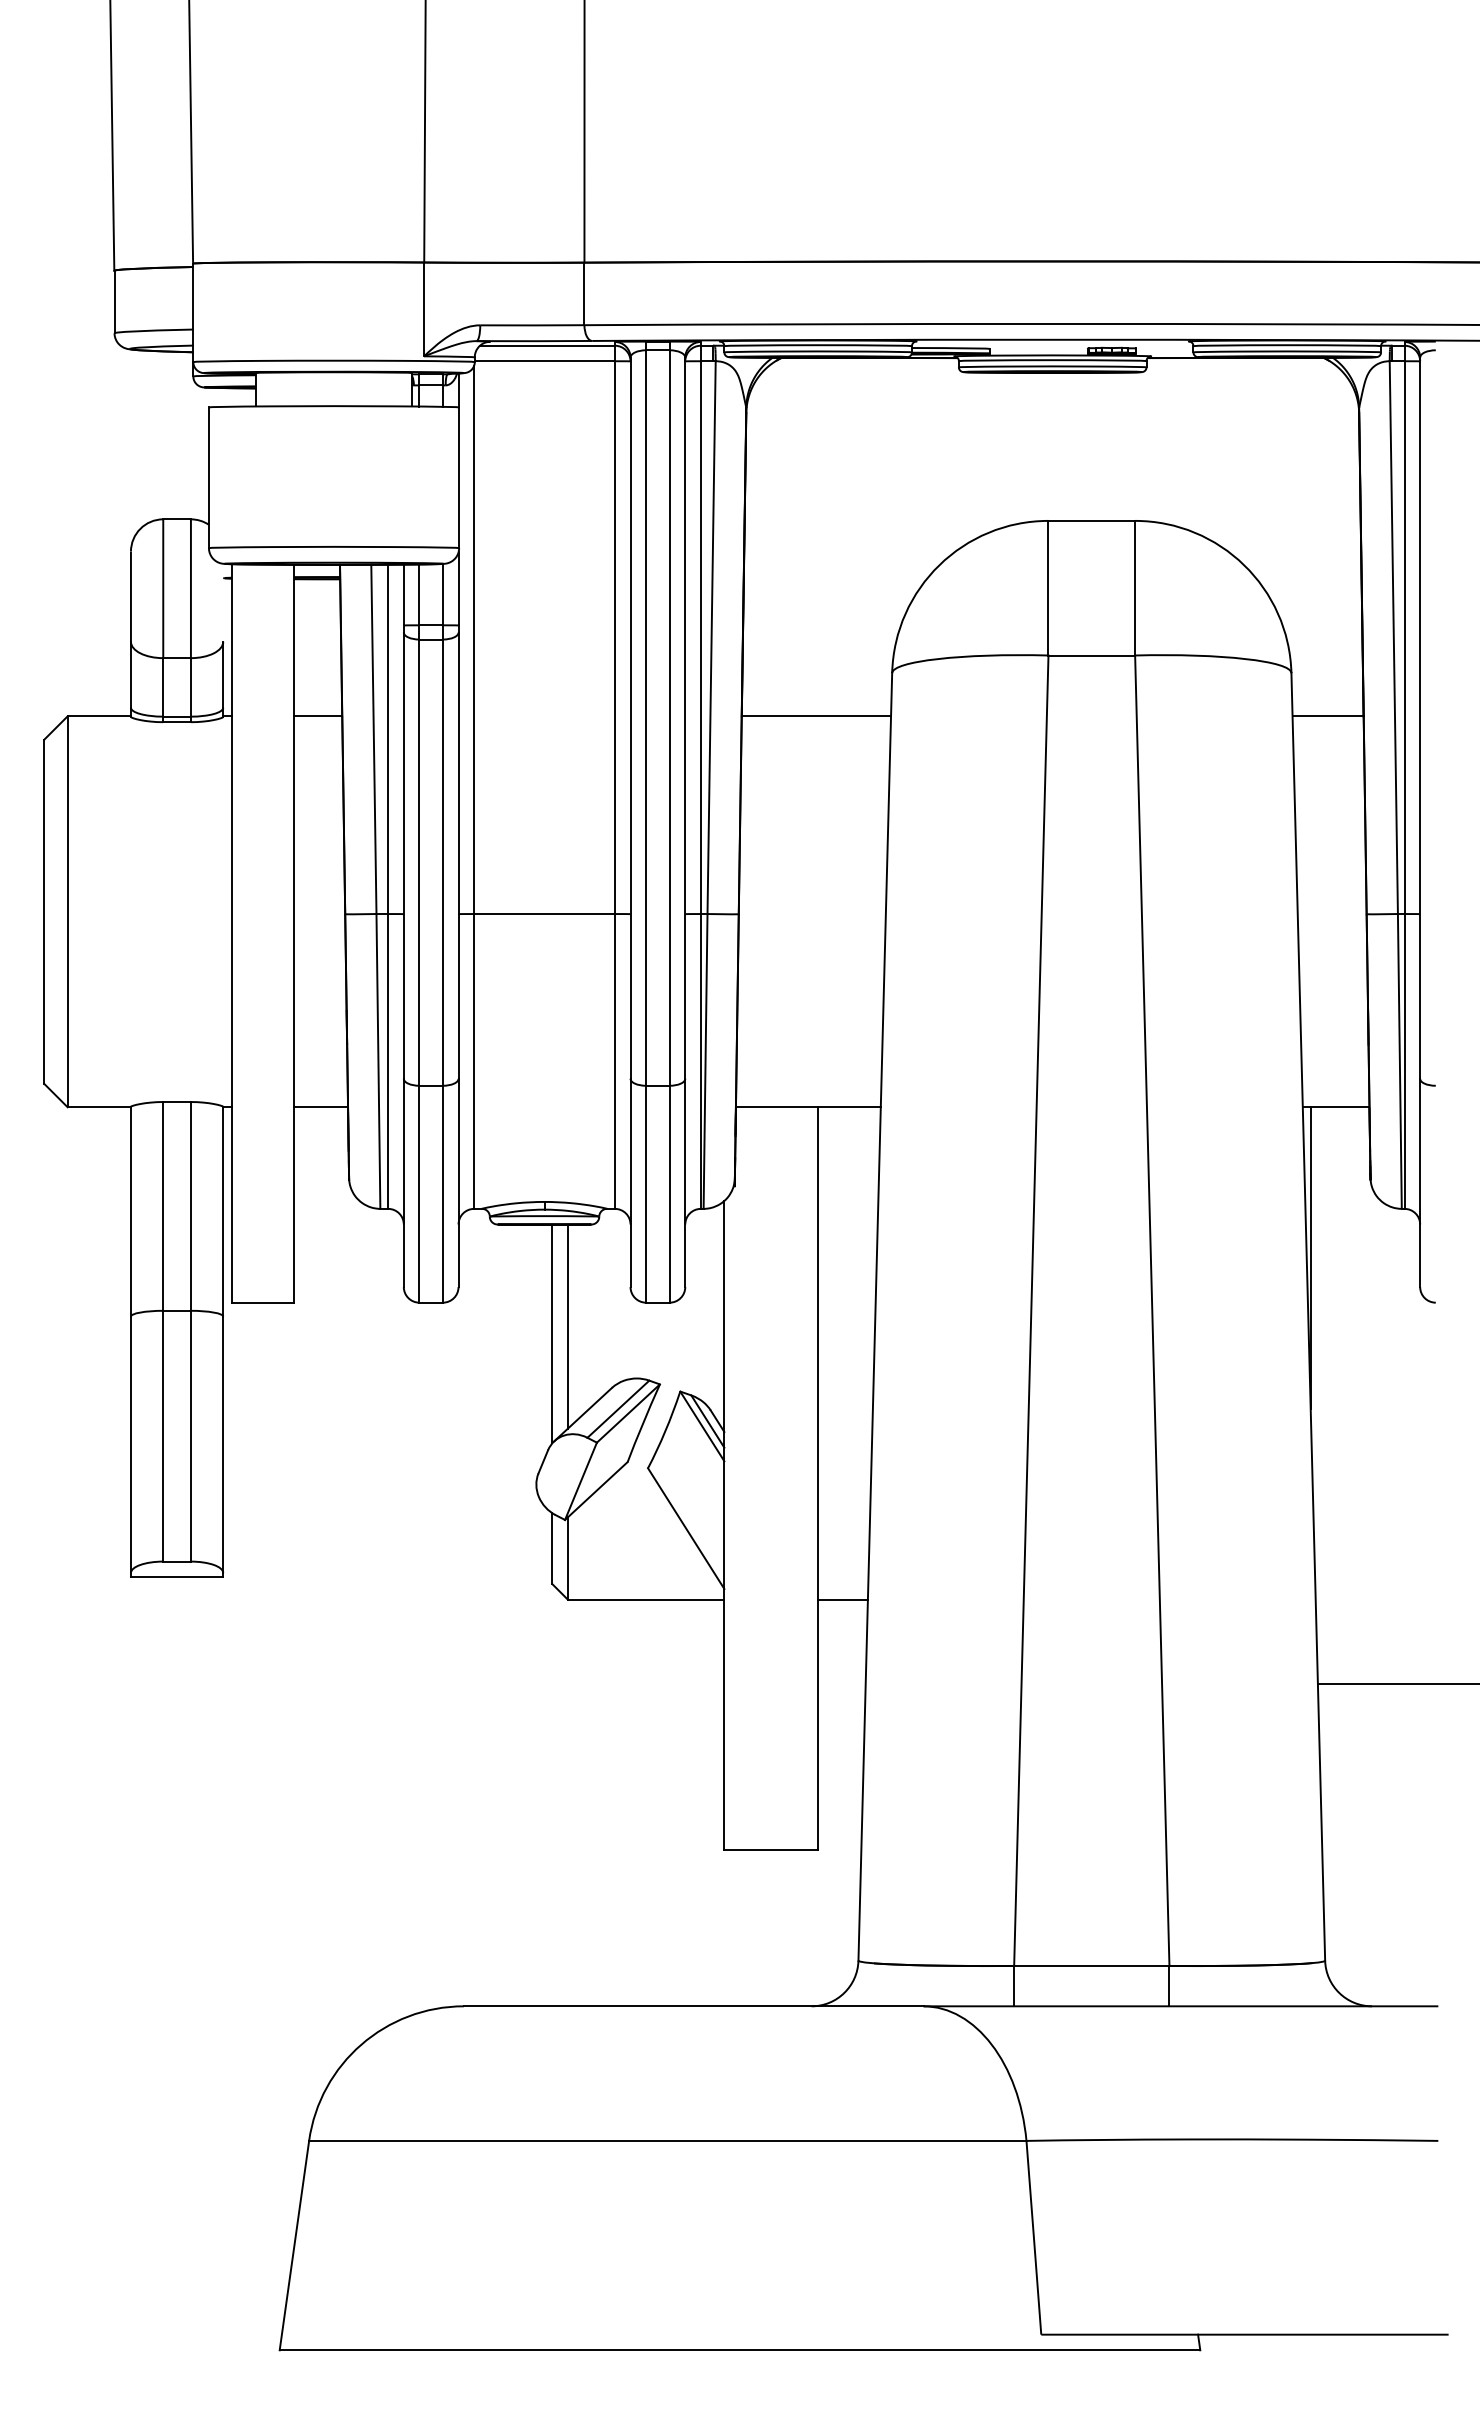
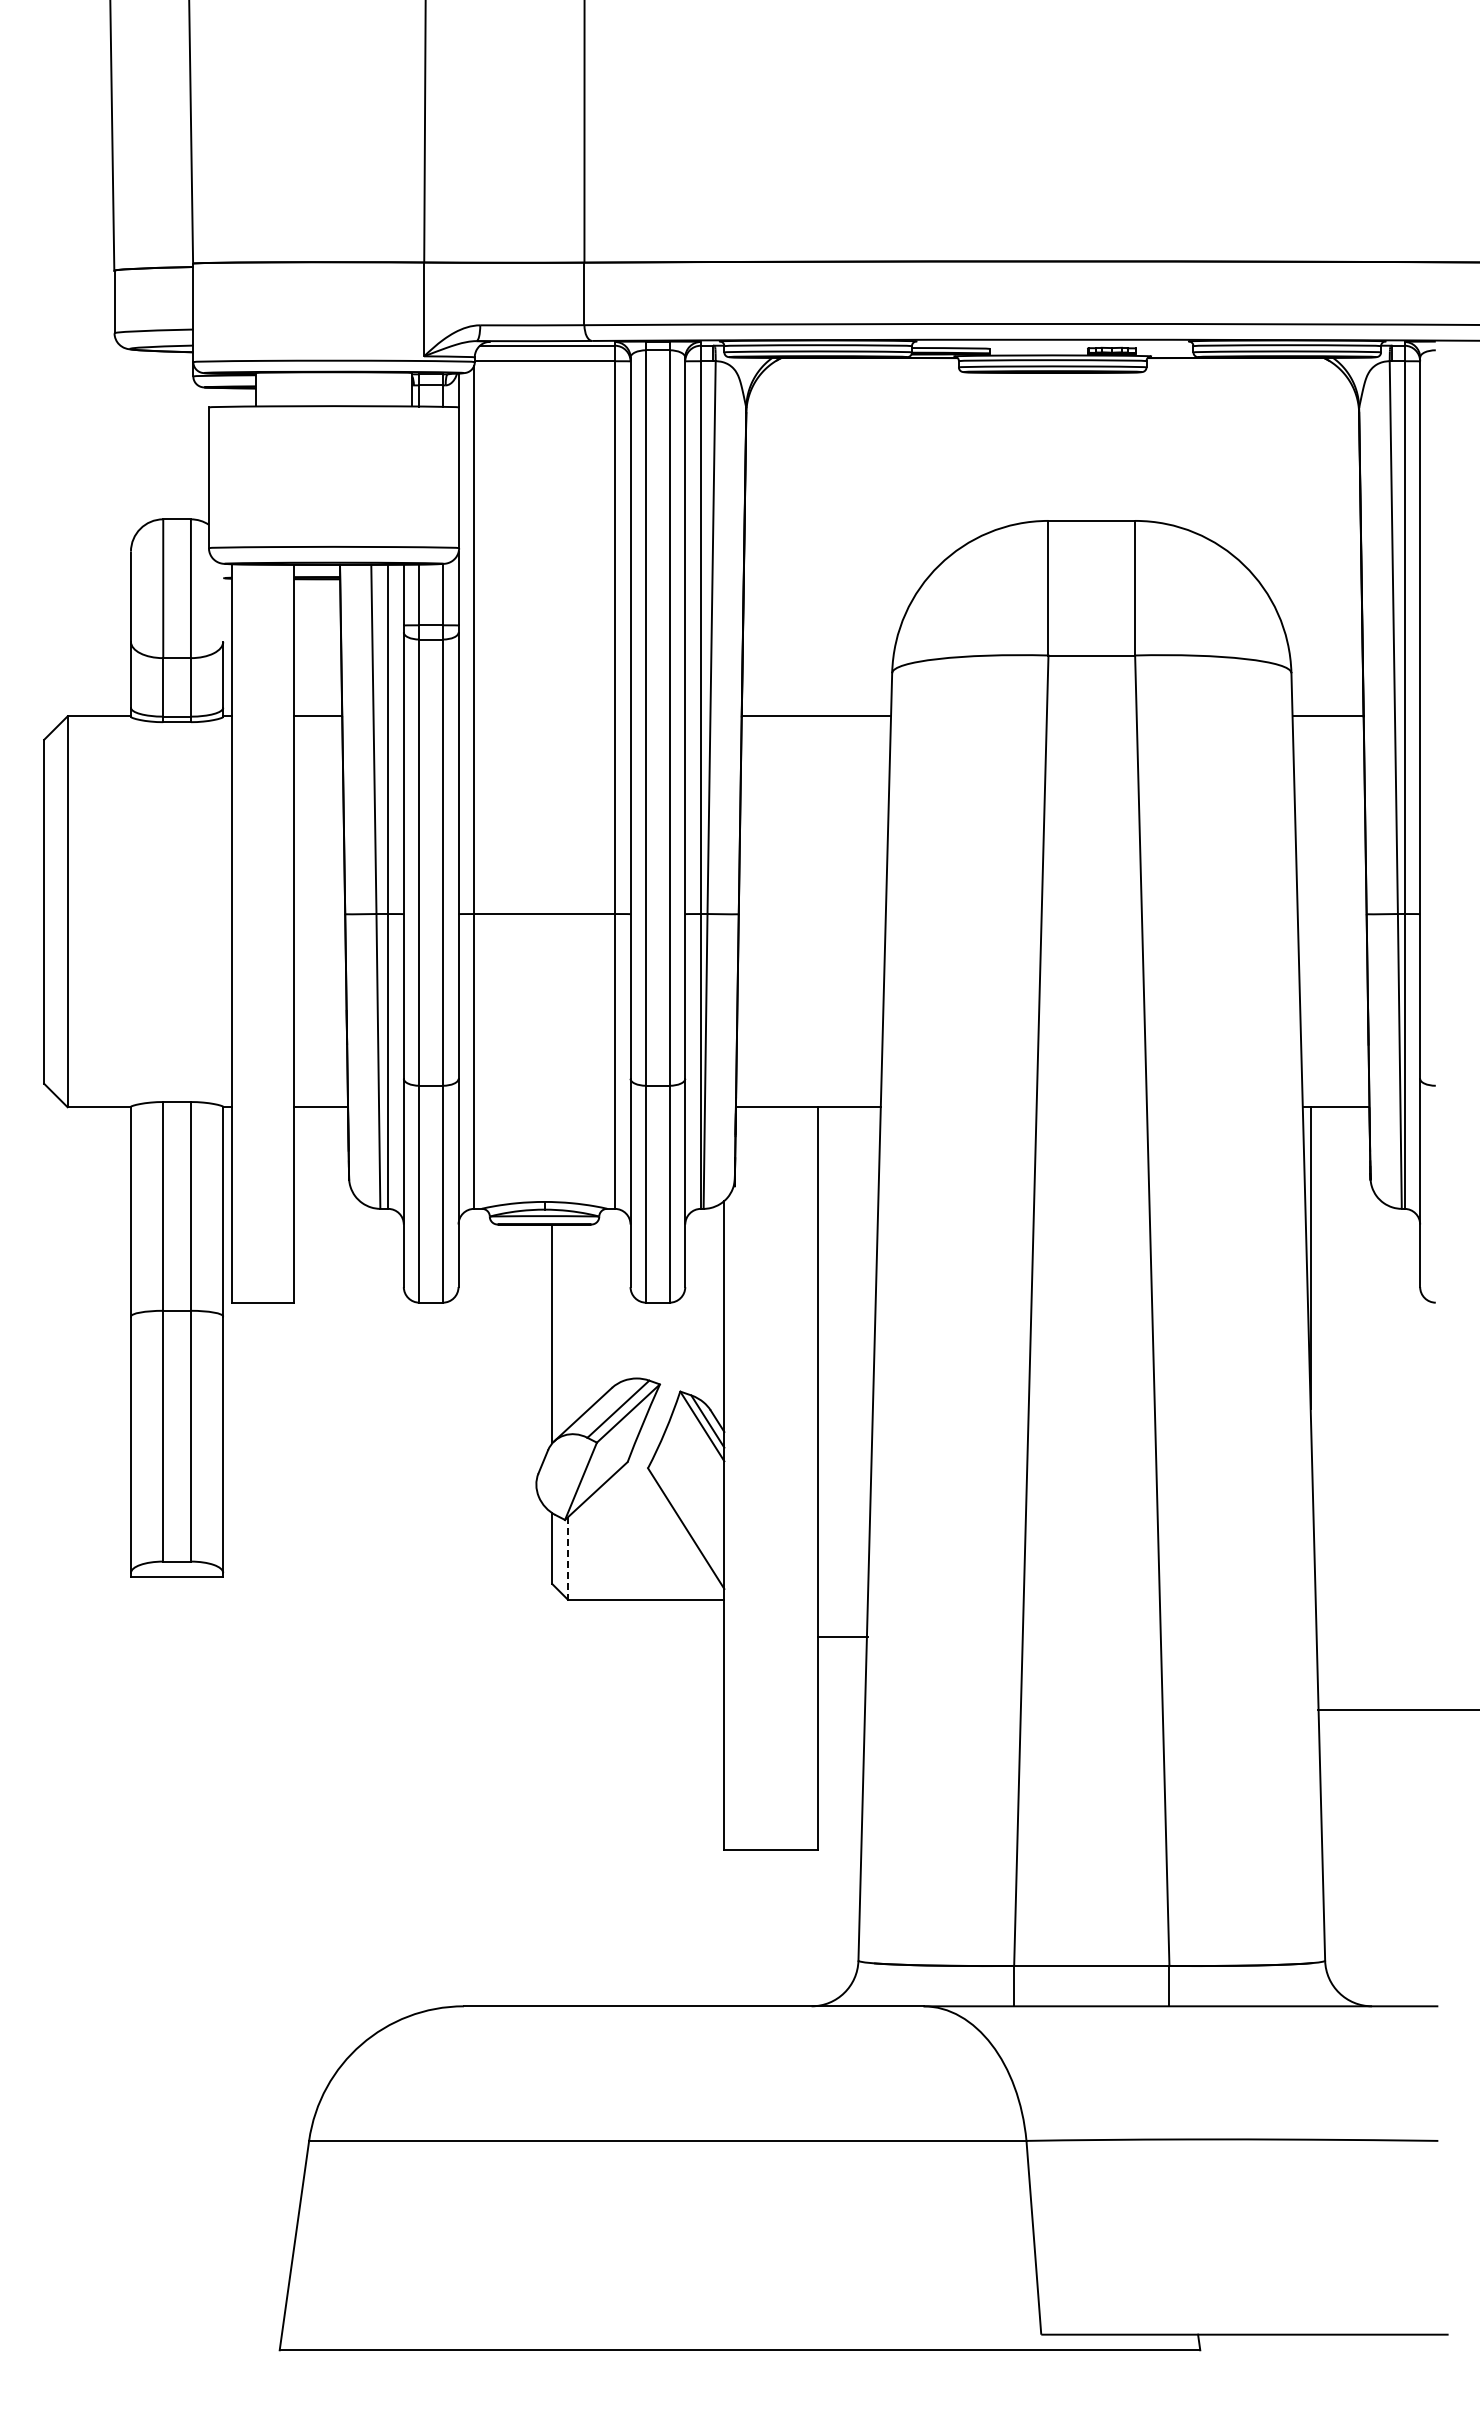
line at (568, 1326): present -> none
line at (568, 1559): solid -> dashed
line at (842, 1599) position: (842, 1599) -> (842, 1636)
line at (1396, 1684) position: (1396, 1684) -> (1396, 1710)
